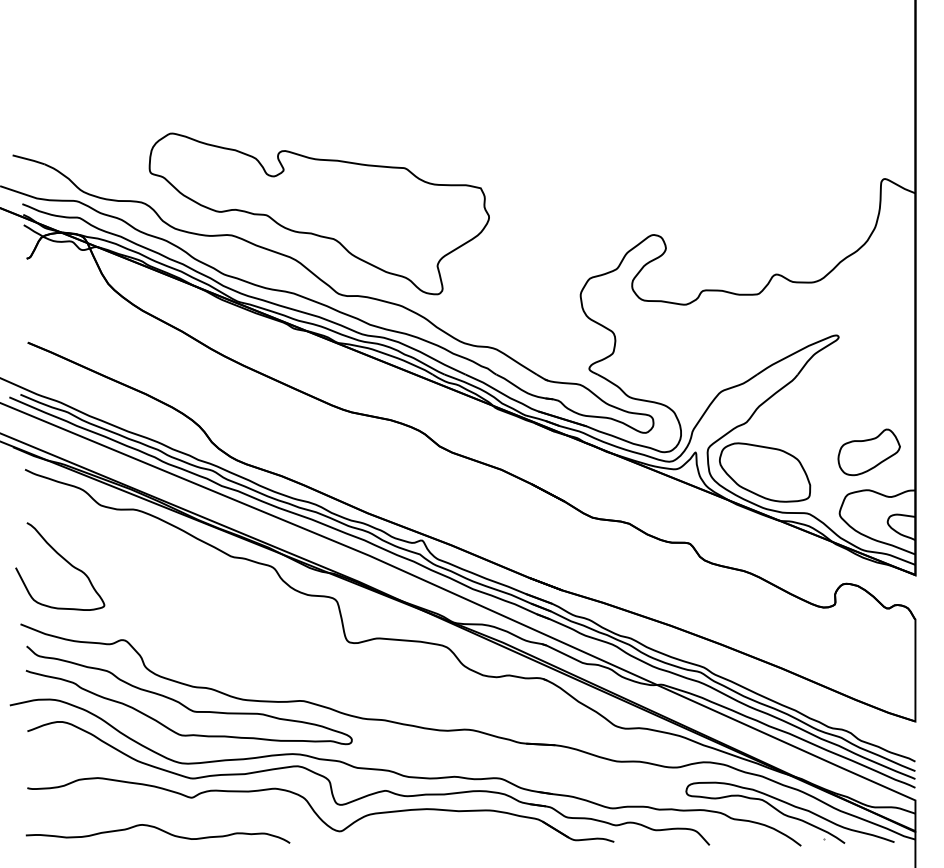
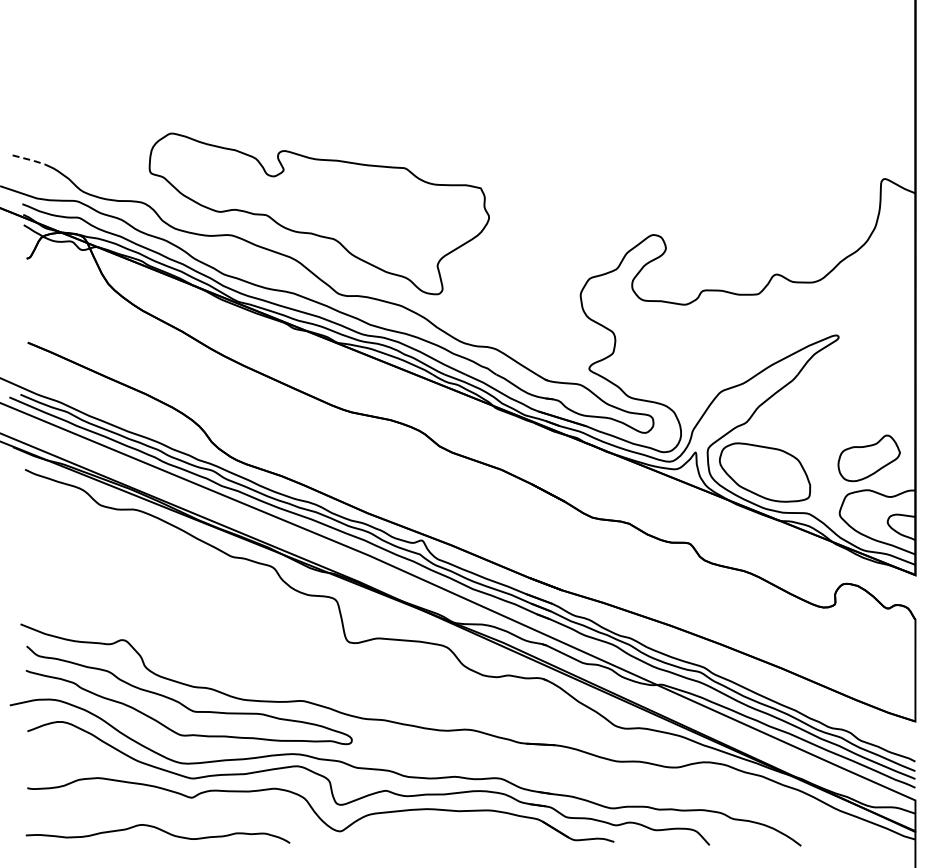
line at (29, 159): solid -> dashed
part at (868, 452) position: (868, 452) -> (868, 458)
curve at (65, 561): present -> none
part at (789, 812): present -> none
